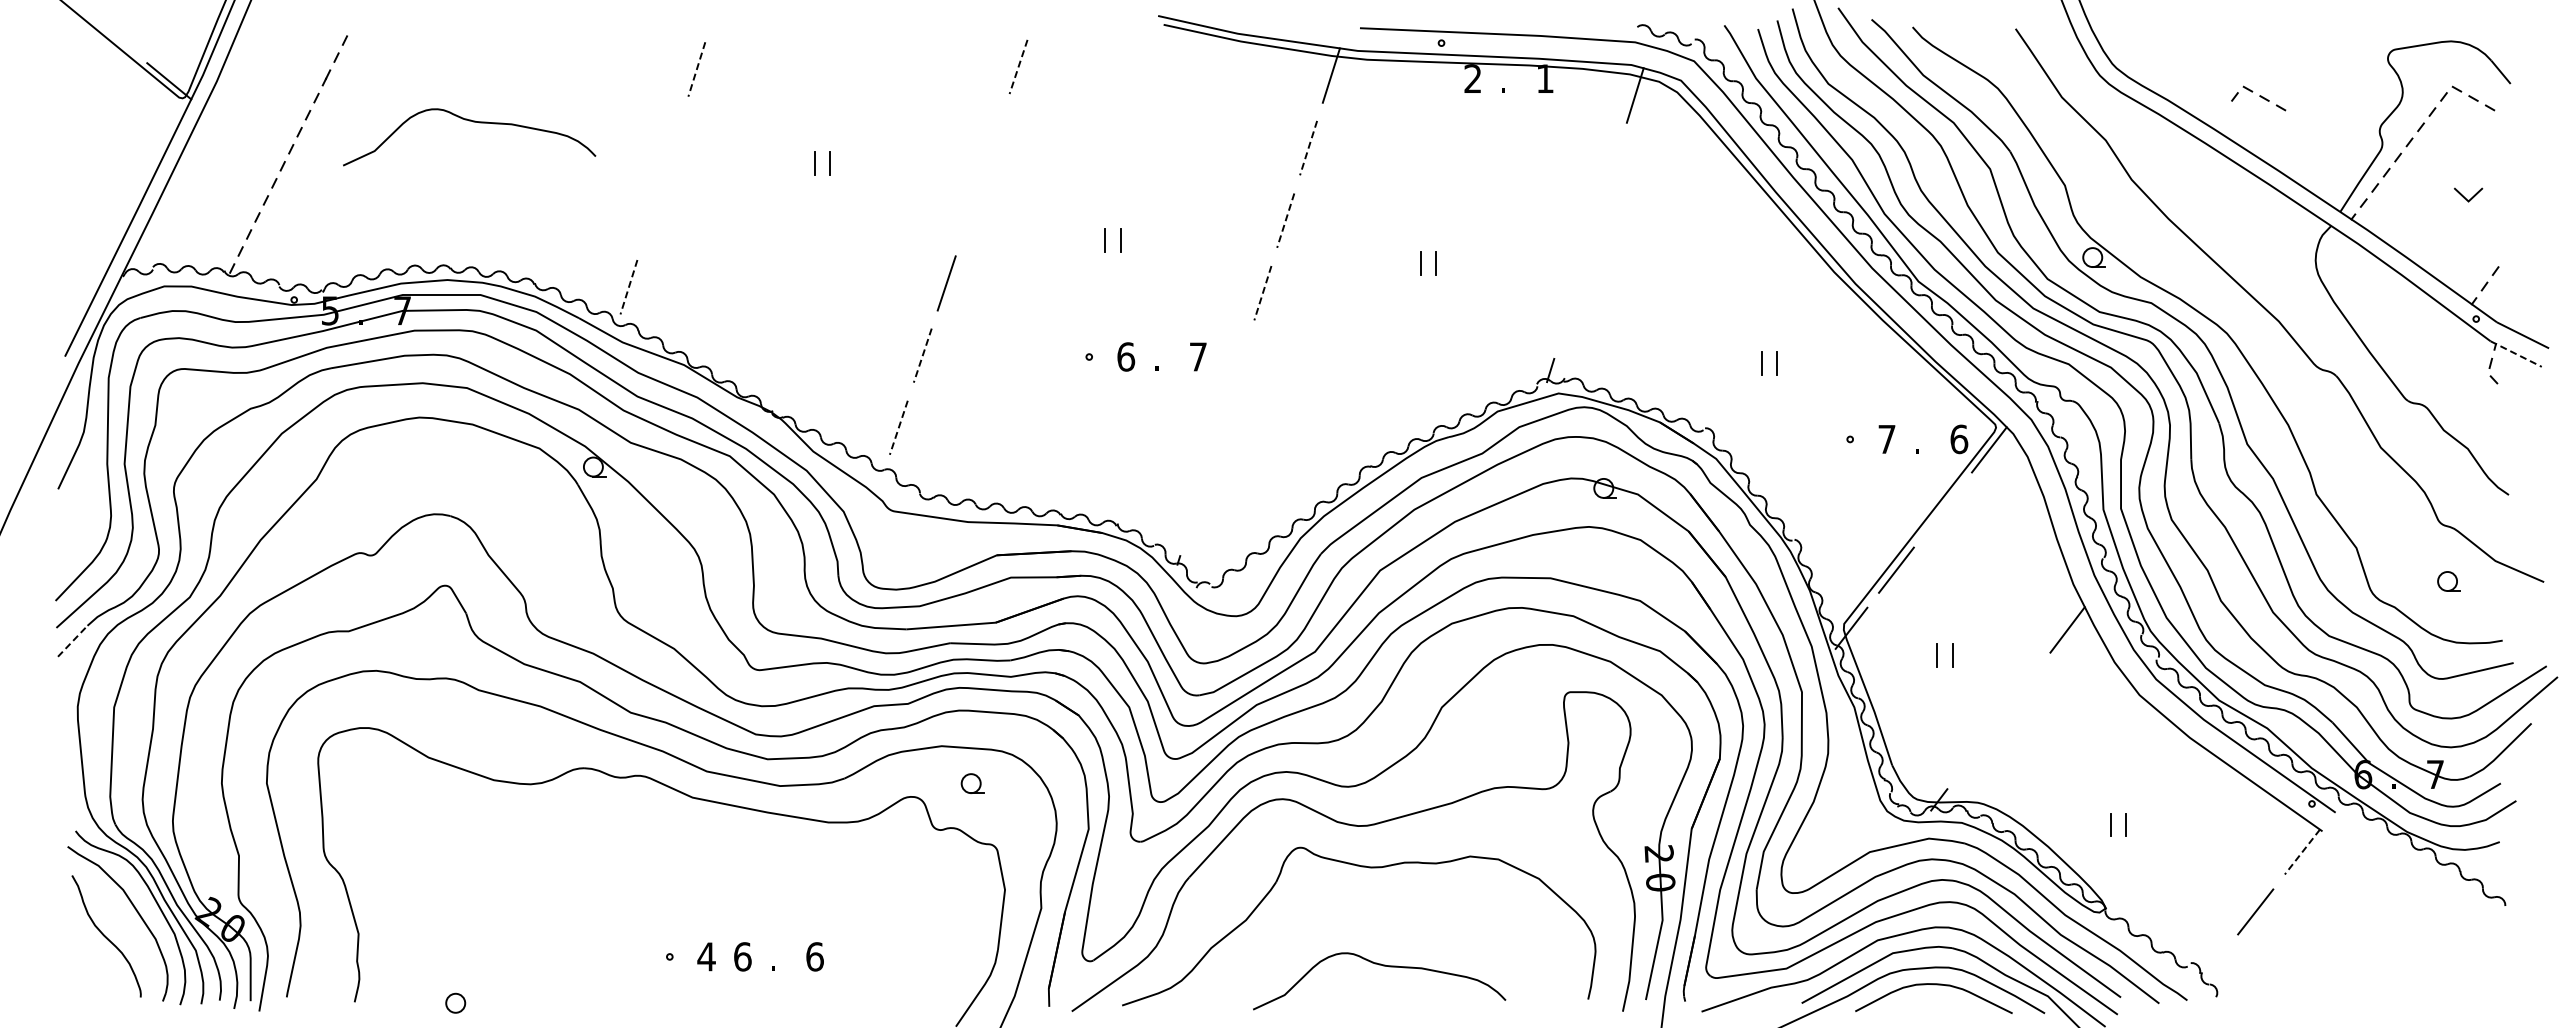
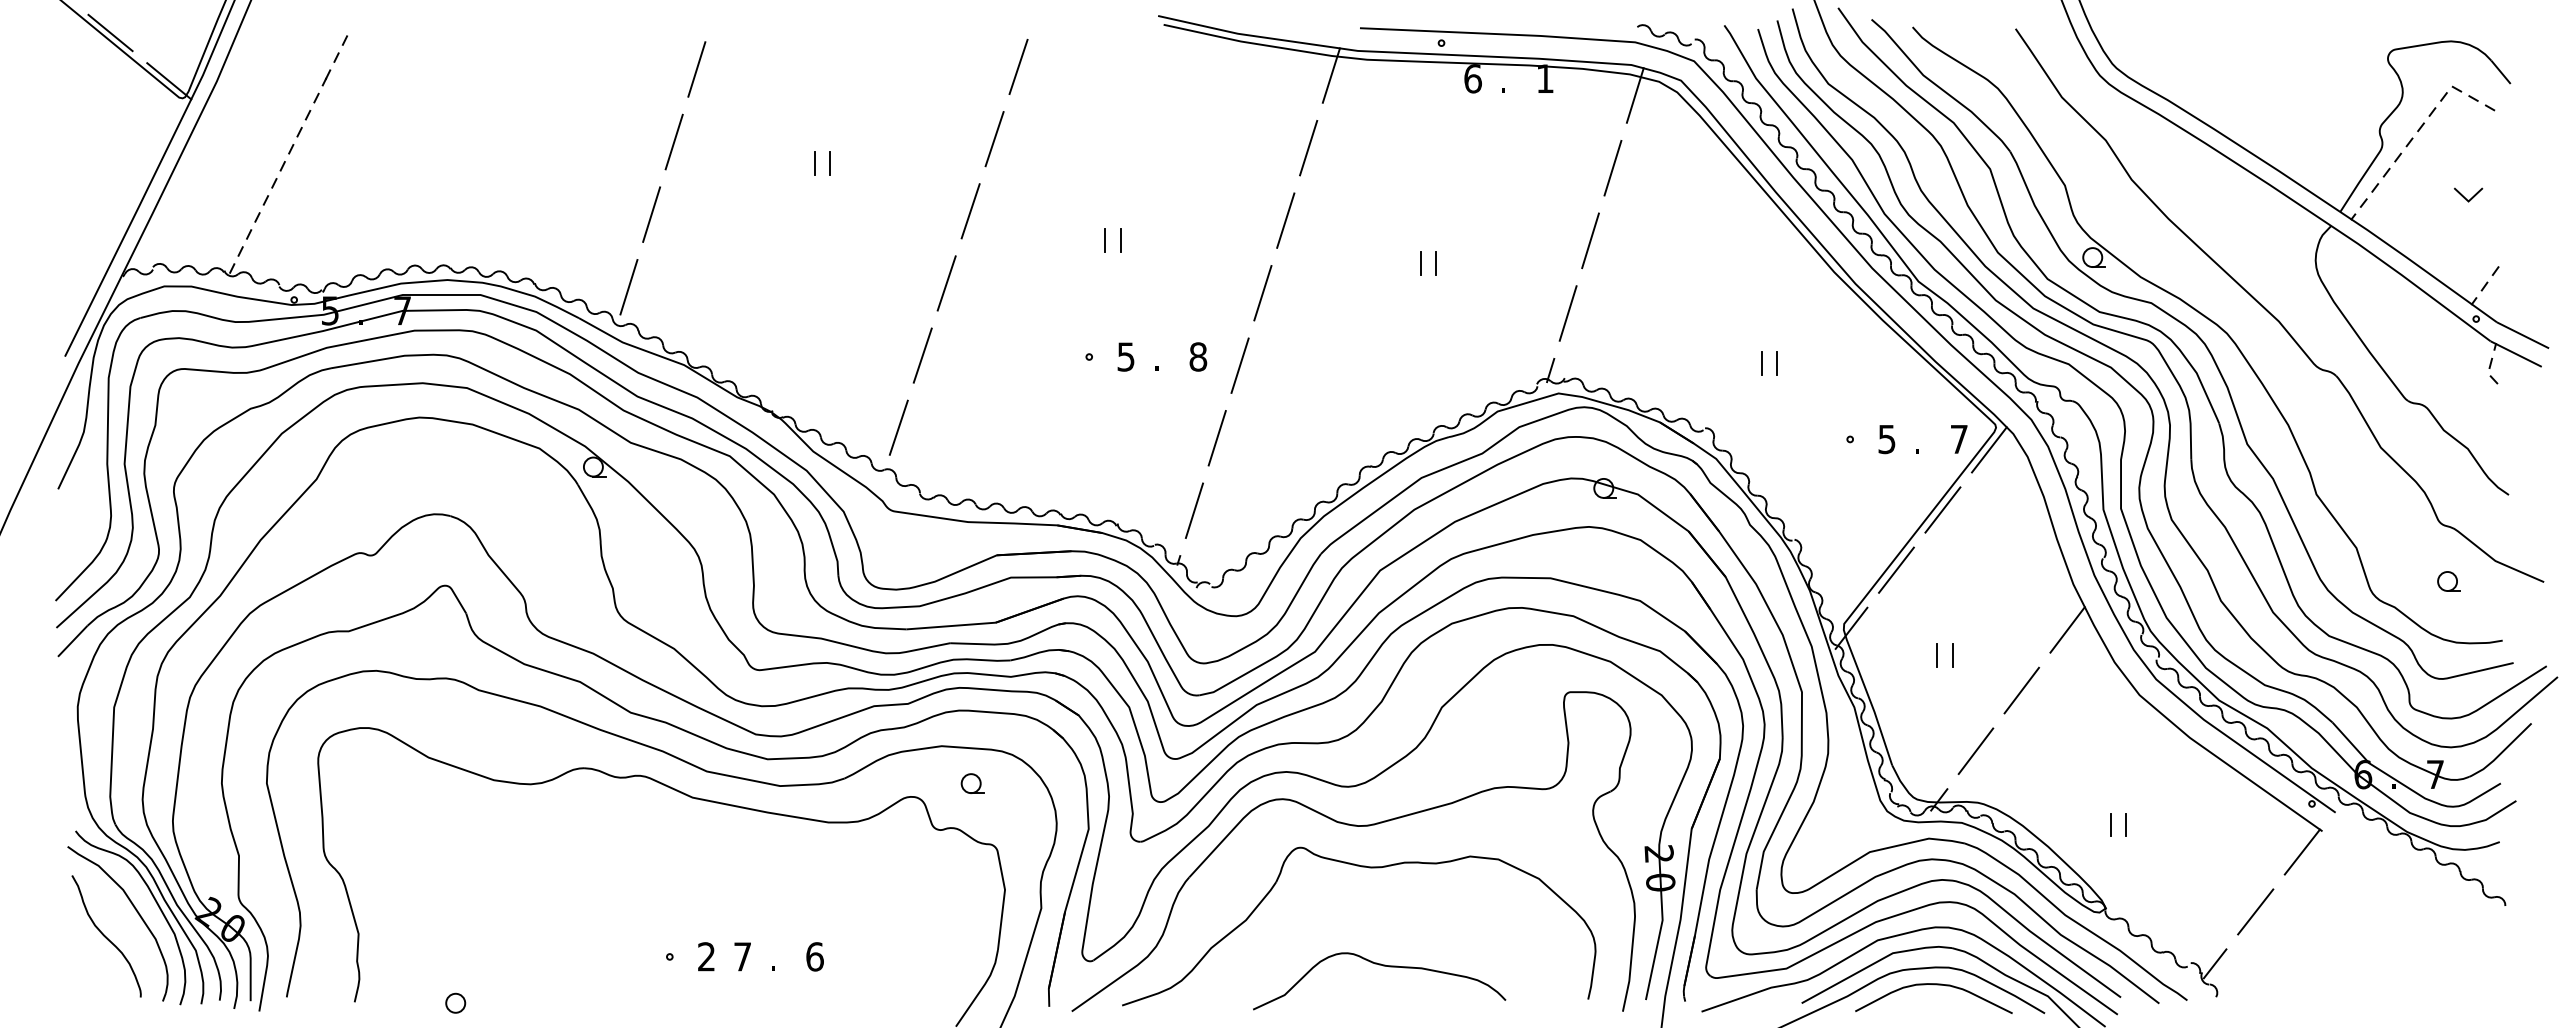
line at (110, 32): none -> present
line at (1018, 66): dashed -> solid
line at (696, 69): dashed -> solid
text at (1472, 78): 2 -> 6
part at (2258, 98): present -> none
curve at (473, 122): present -> none
line at (994, 139): none -> present
line at (673, 141): none -> present
line at (1308, 148): dashed -> solid
line at (1612, 167): none -> present
line at (970, 211): none -> present
line at (651, 214): none -> present
line at (1285, 220): dashed -> solid
line at (1590, 240): none -> present
line at (628, 287): dashed -> solid
line at (1262, 293): dashed -> solid
line at (1567, 313): none -> present
line at (2516, 354): dashed -> solid
line at (922, 356): dashed -> solid
text at (1126, 356): 6 -> 5
text at (1198, 356): 7 -> 8
line at (1239, 365): none -> present
line at (898, 428): dashed -> solid
line at (1216, 438): none -> present
text at (1886, 439): 7 -> 5
text at (1959, 439): 6 -> 7
line at (1942, 509): none -> present
line at (1194, 510): none -> present
line at (73, 640): dashed -> solid
line at (2021, 690): none -> present
line at (1975, 750): none -> present
line at (2302, 852): dashed -> solid
text at (706, 956): 4 -> 2
text at (742, 956): 6 -> 7
line at (2214, 963): none -> present
